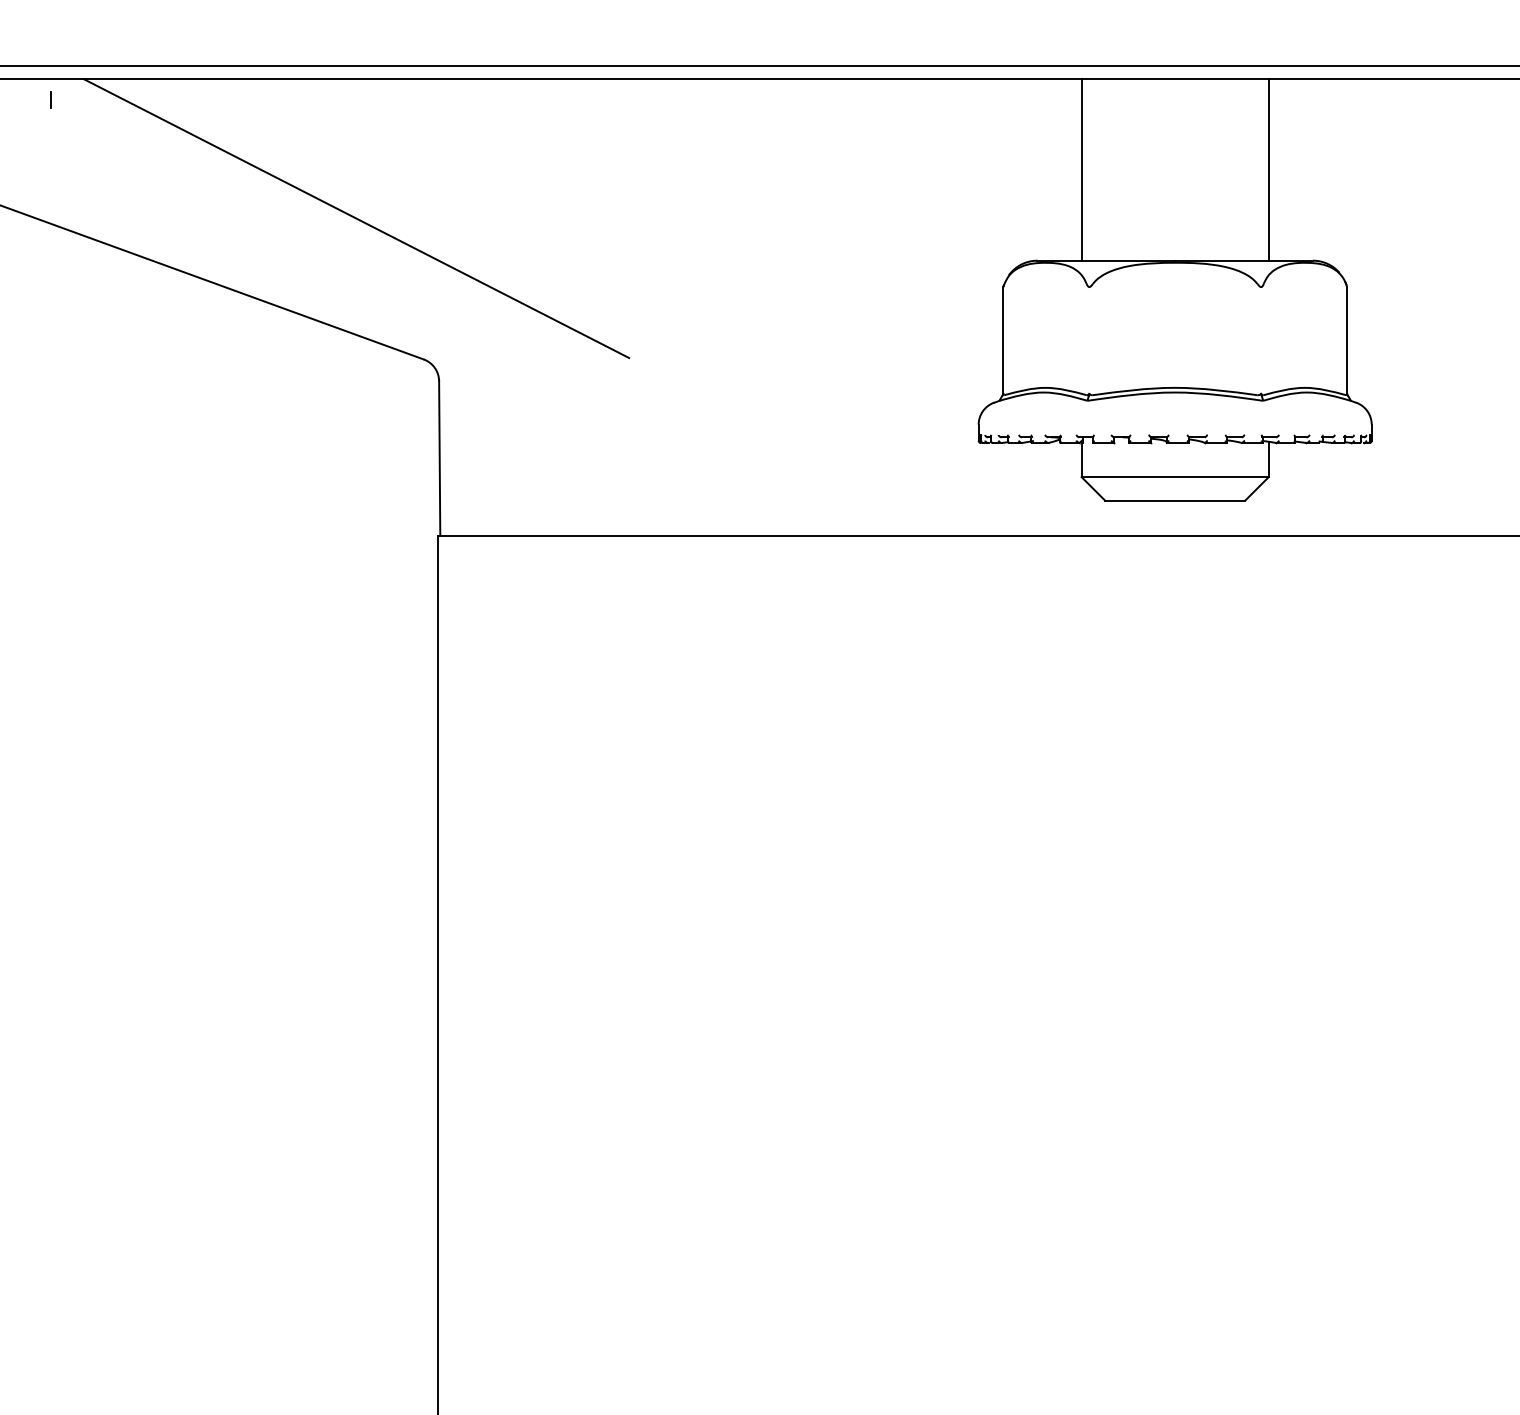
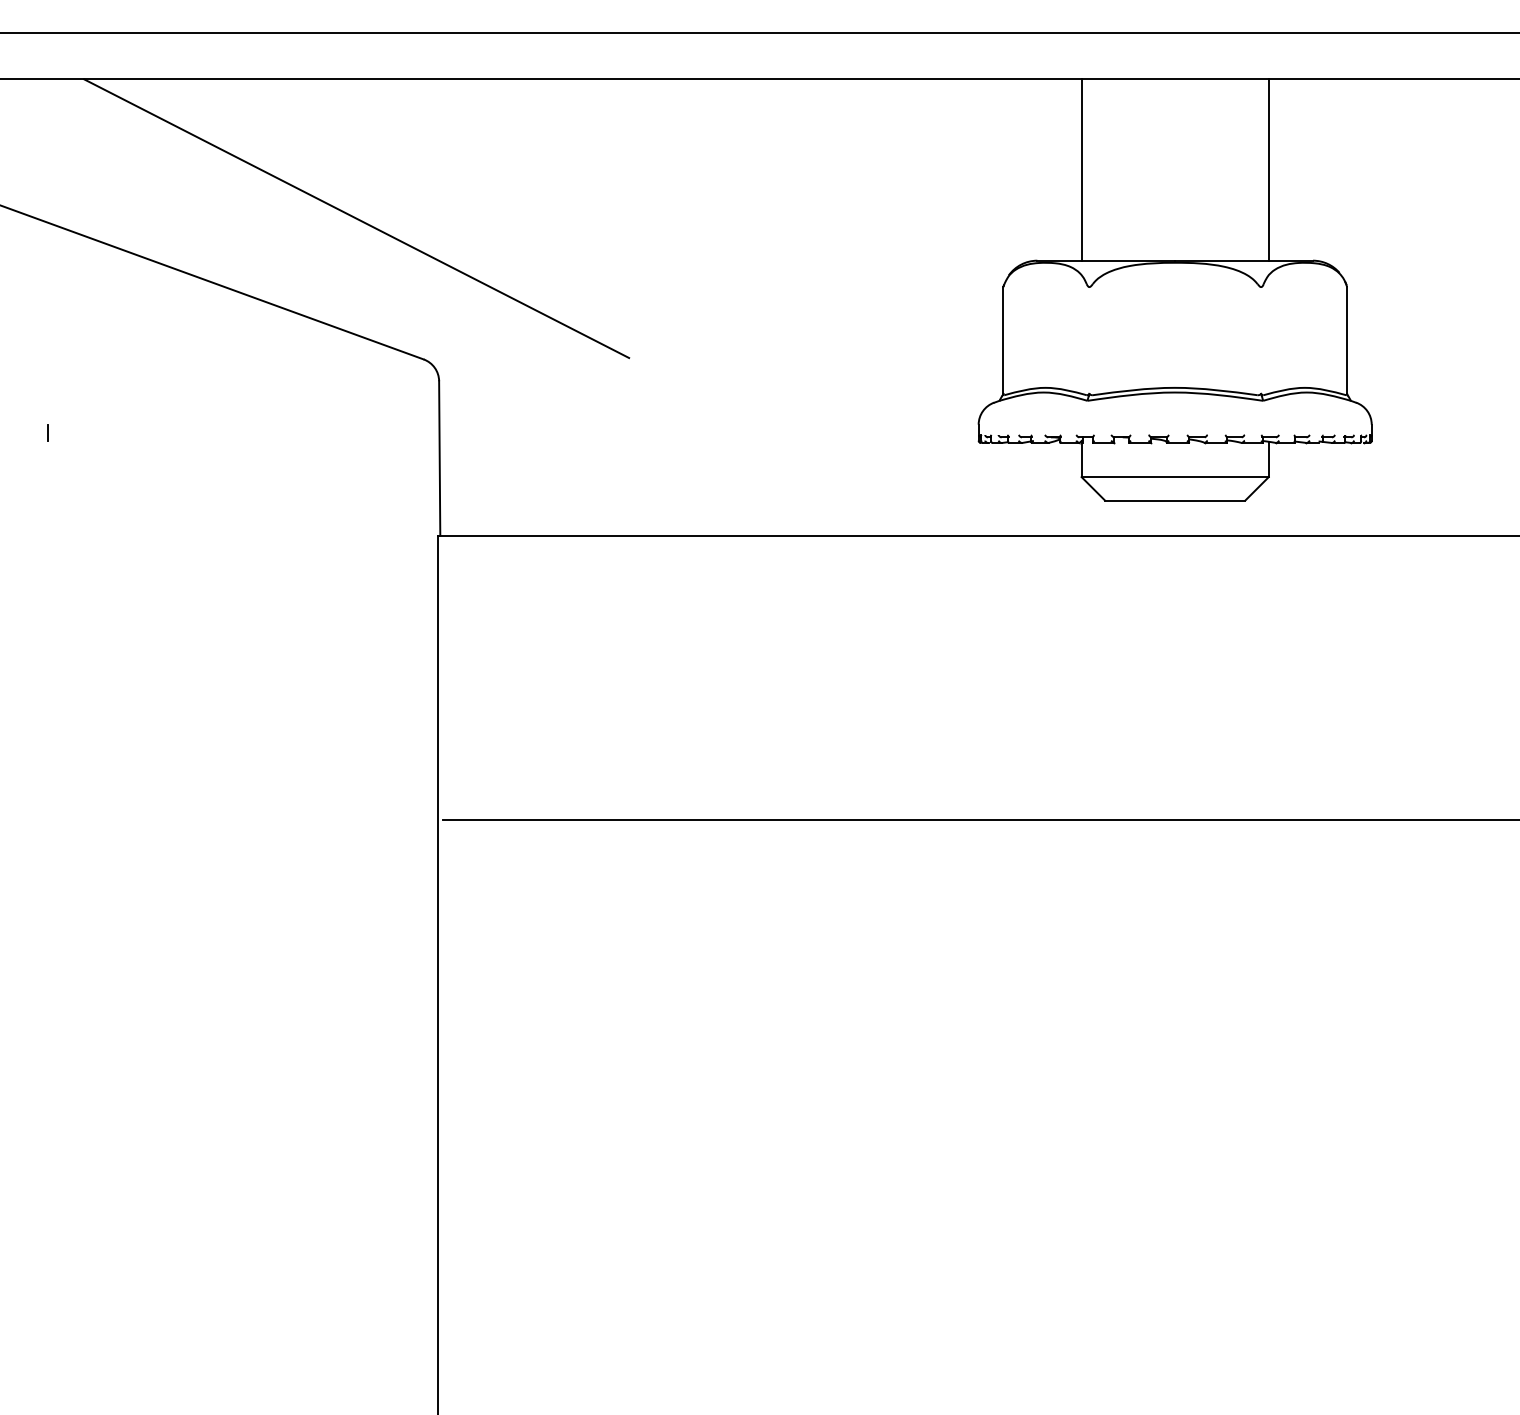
line at (759, 65) position: (759, 65) -> (759, 32)
line at (50, 99) position: (50, 99) -> (47, 432)
line at (979, 819): none -> present
